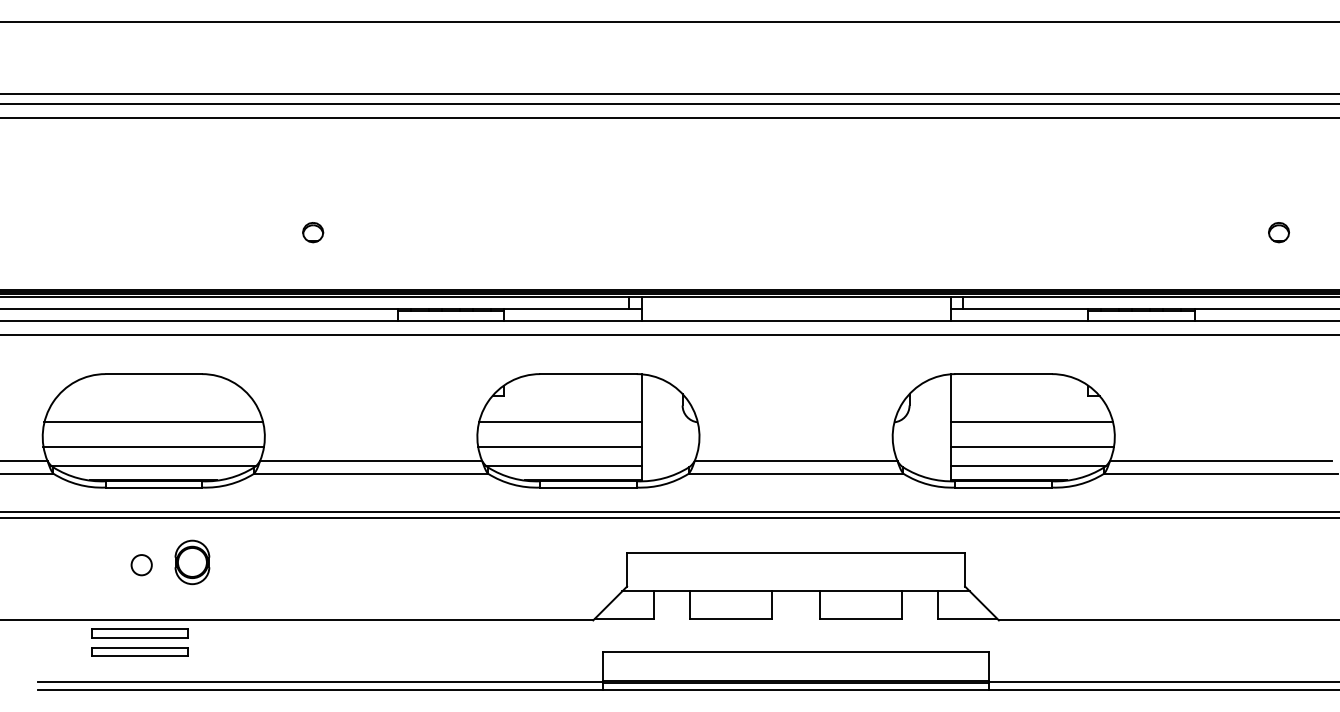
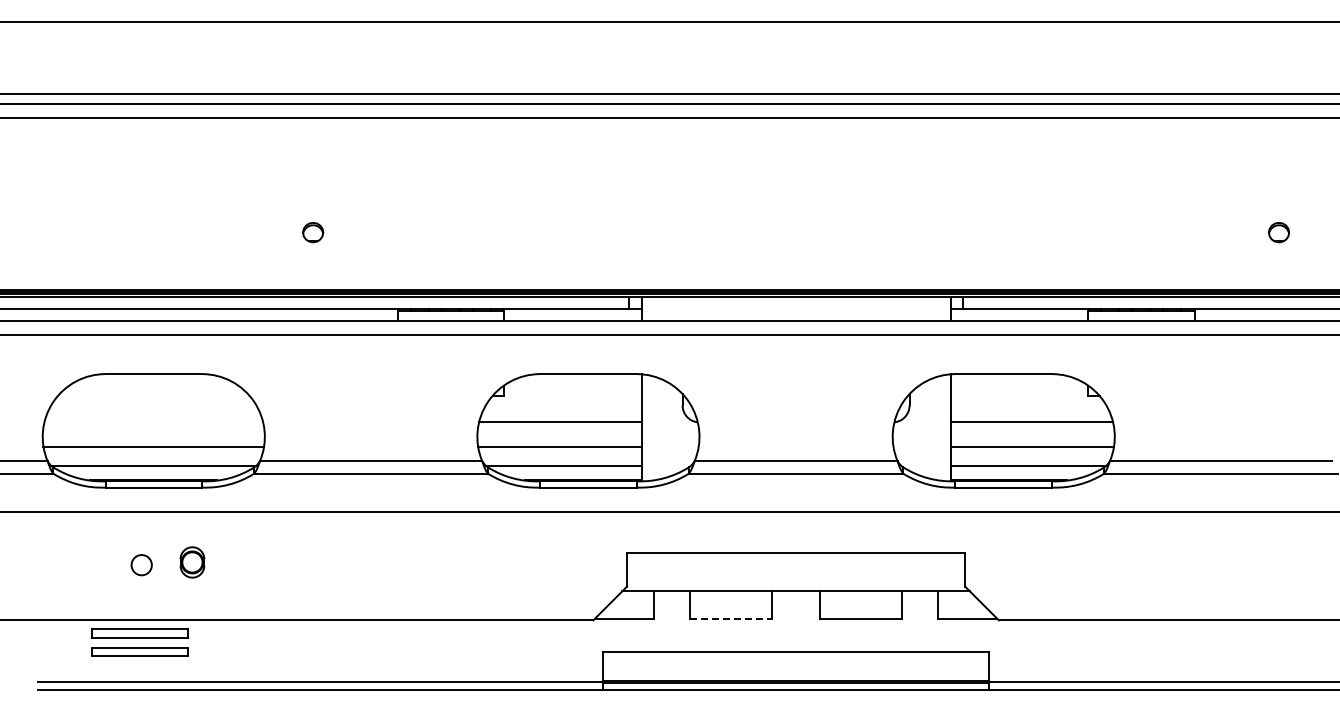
line at (153, 422): present -> none
line at (669, 518): present -> none
part at (192, 562) size: 37x47 px -> 27x33 px
line at (731, 618): solid -> dashed
